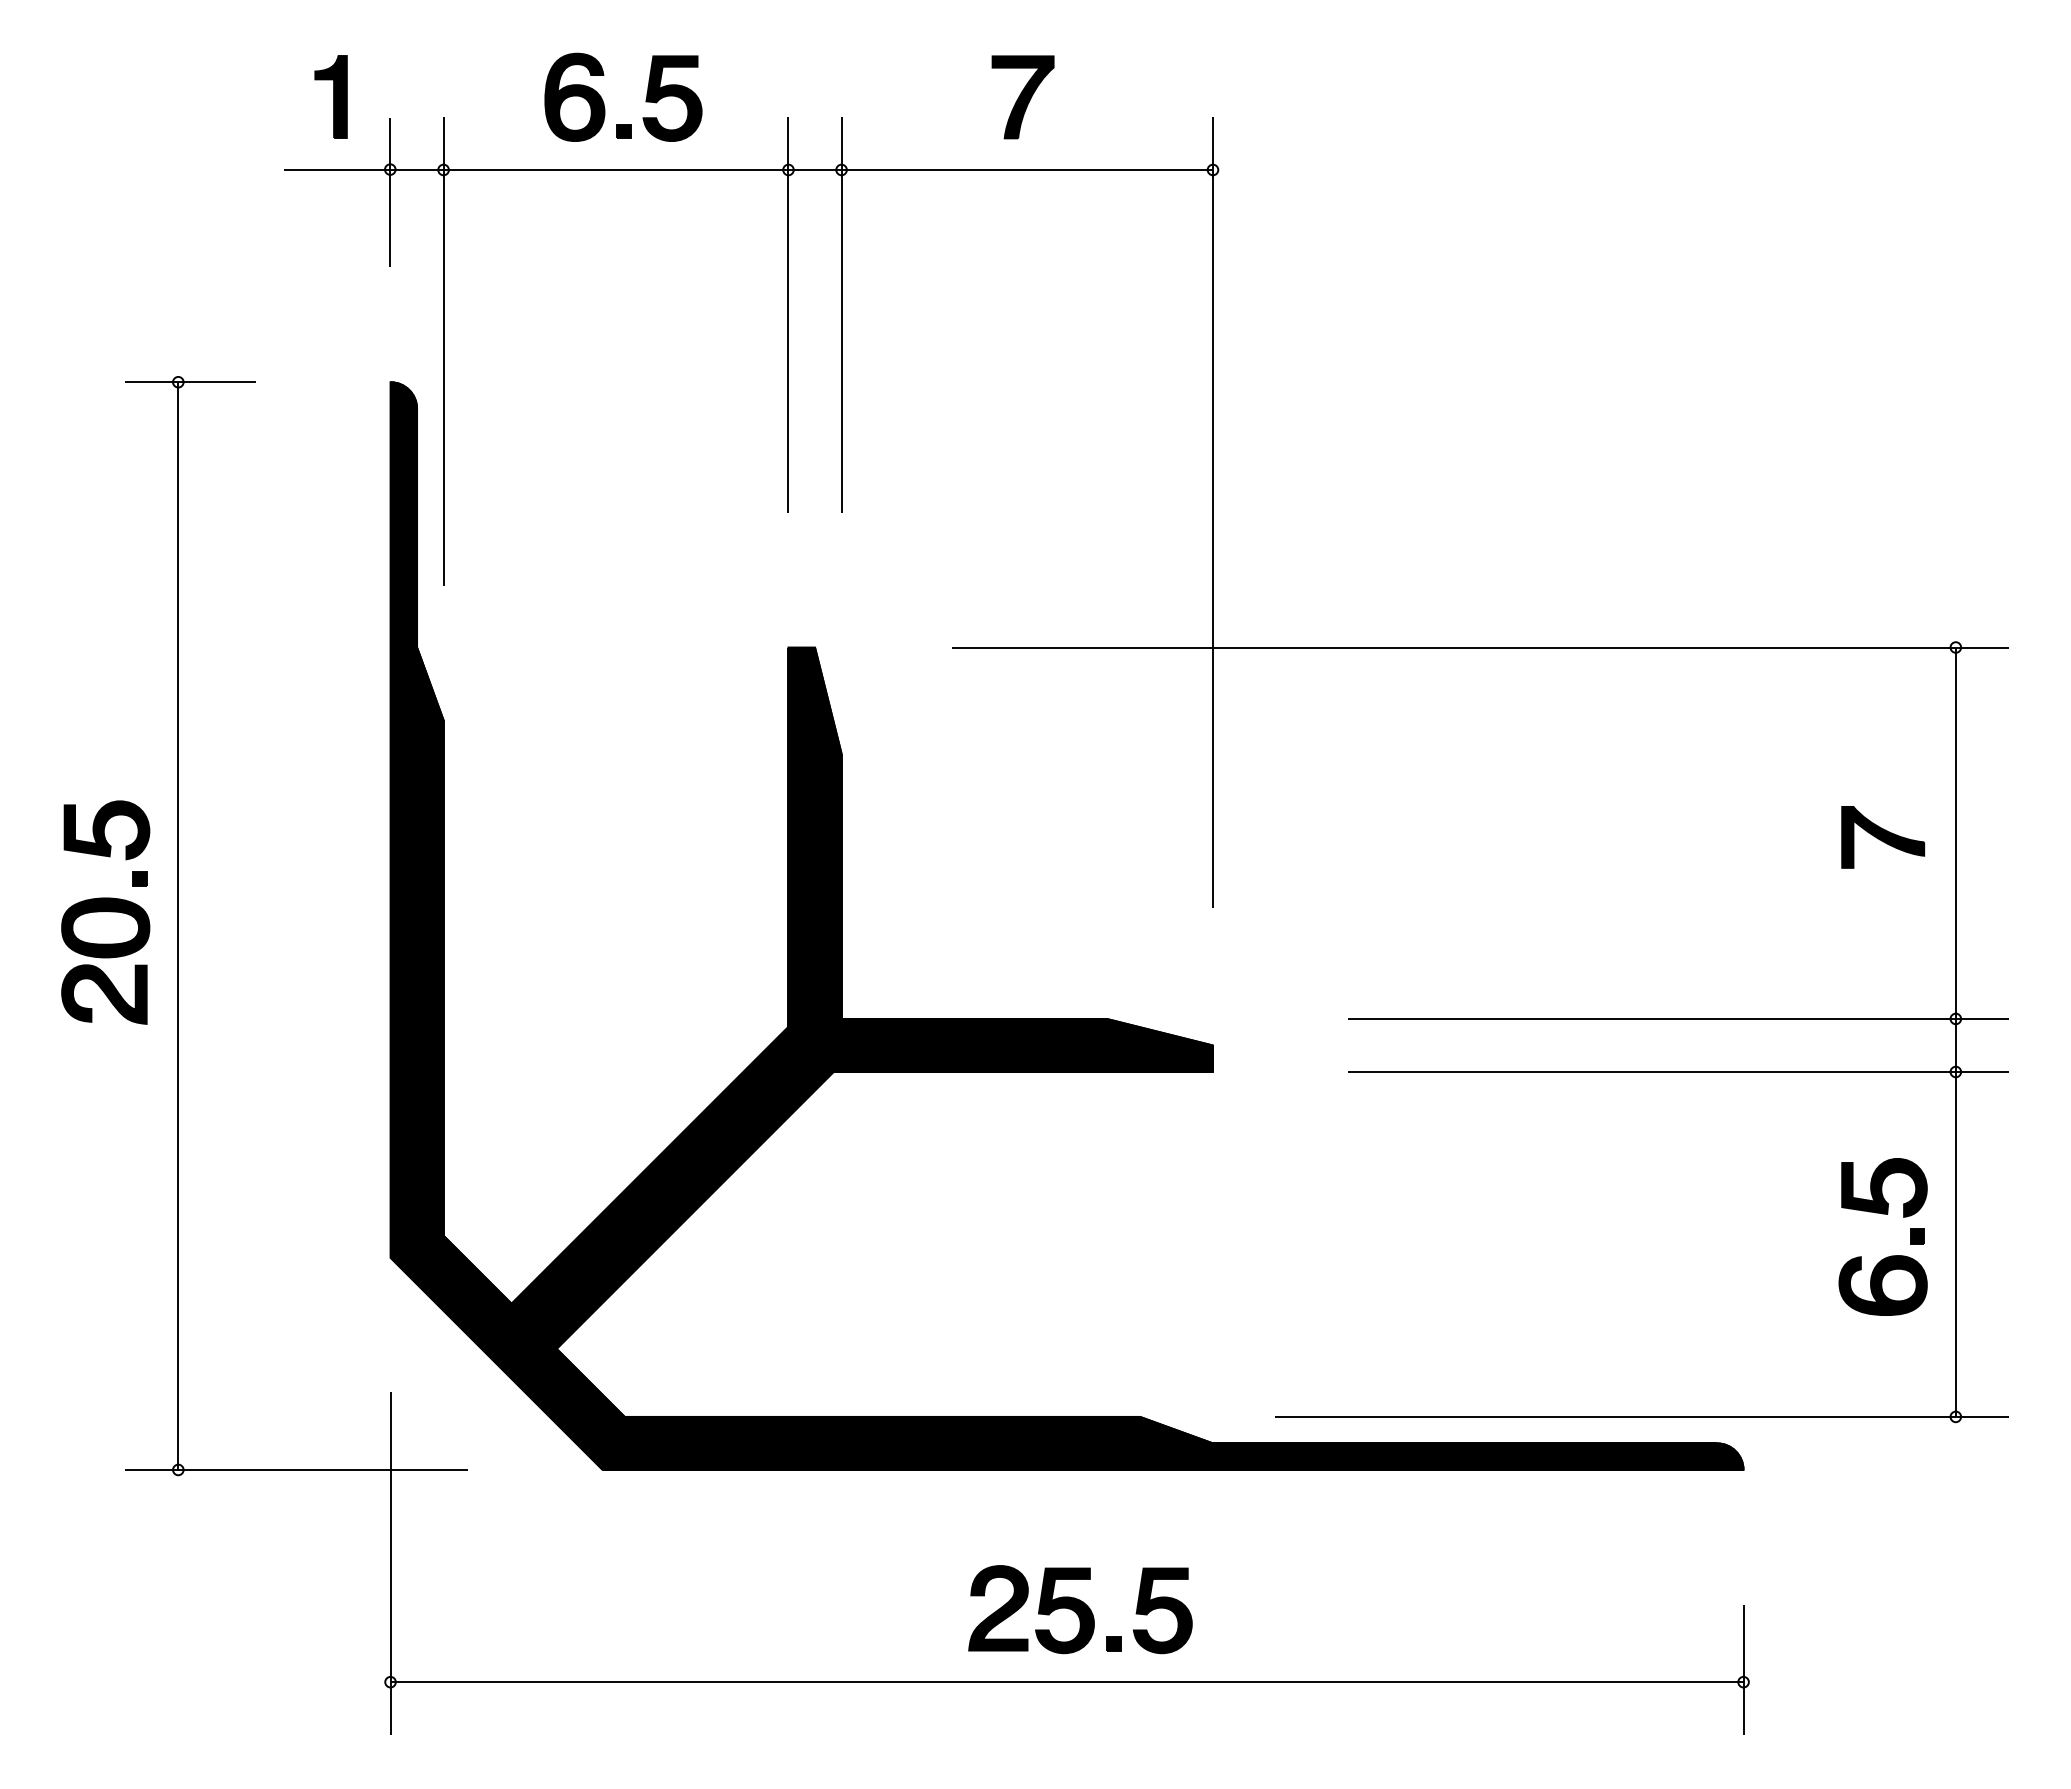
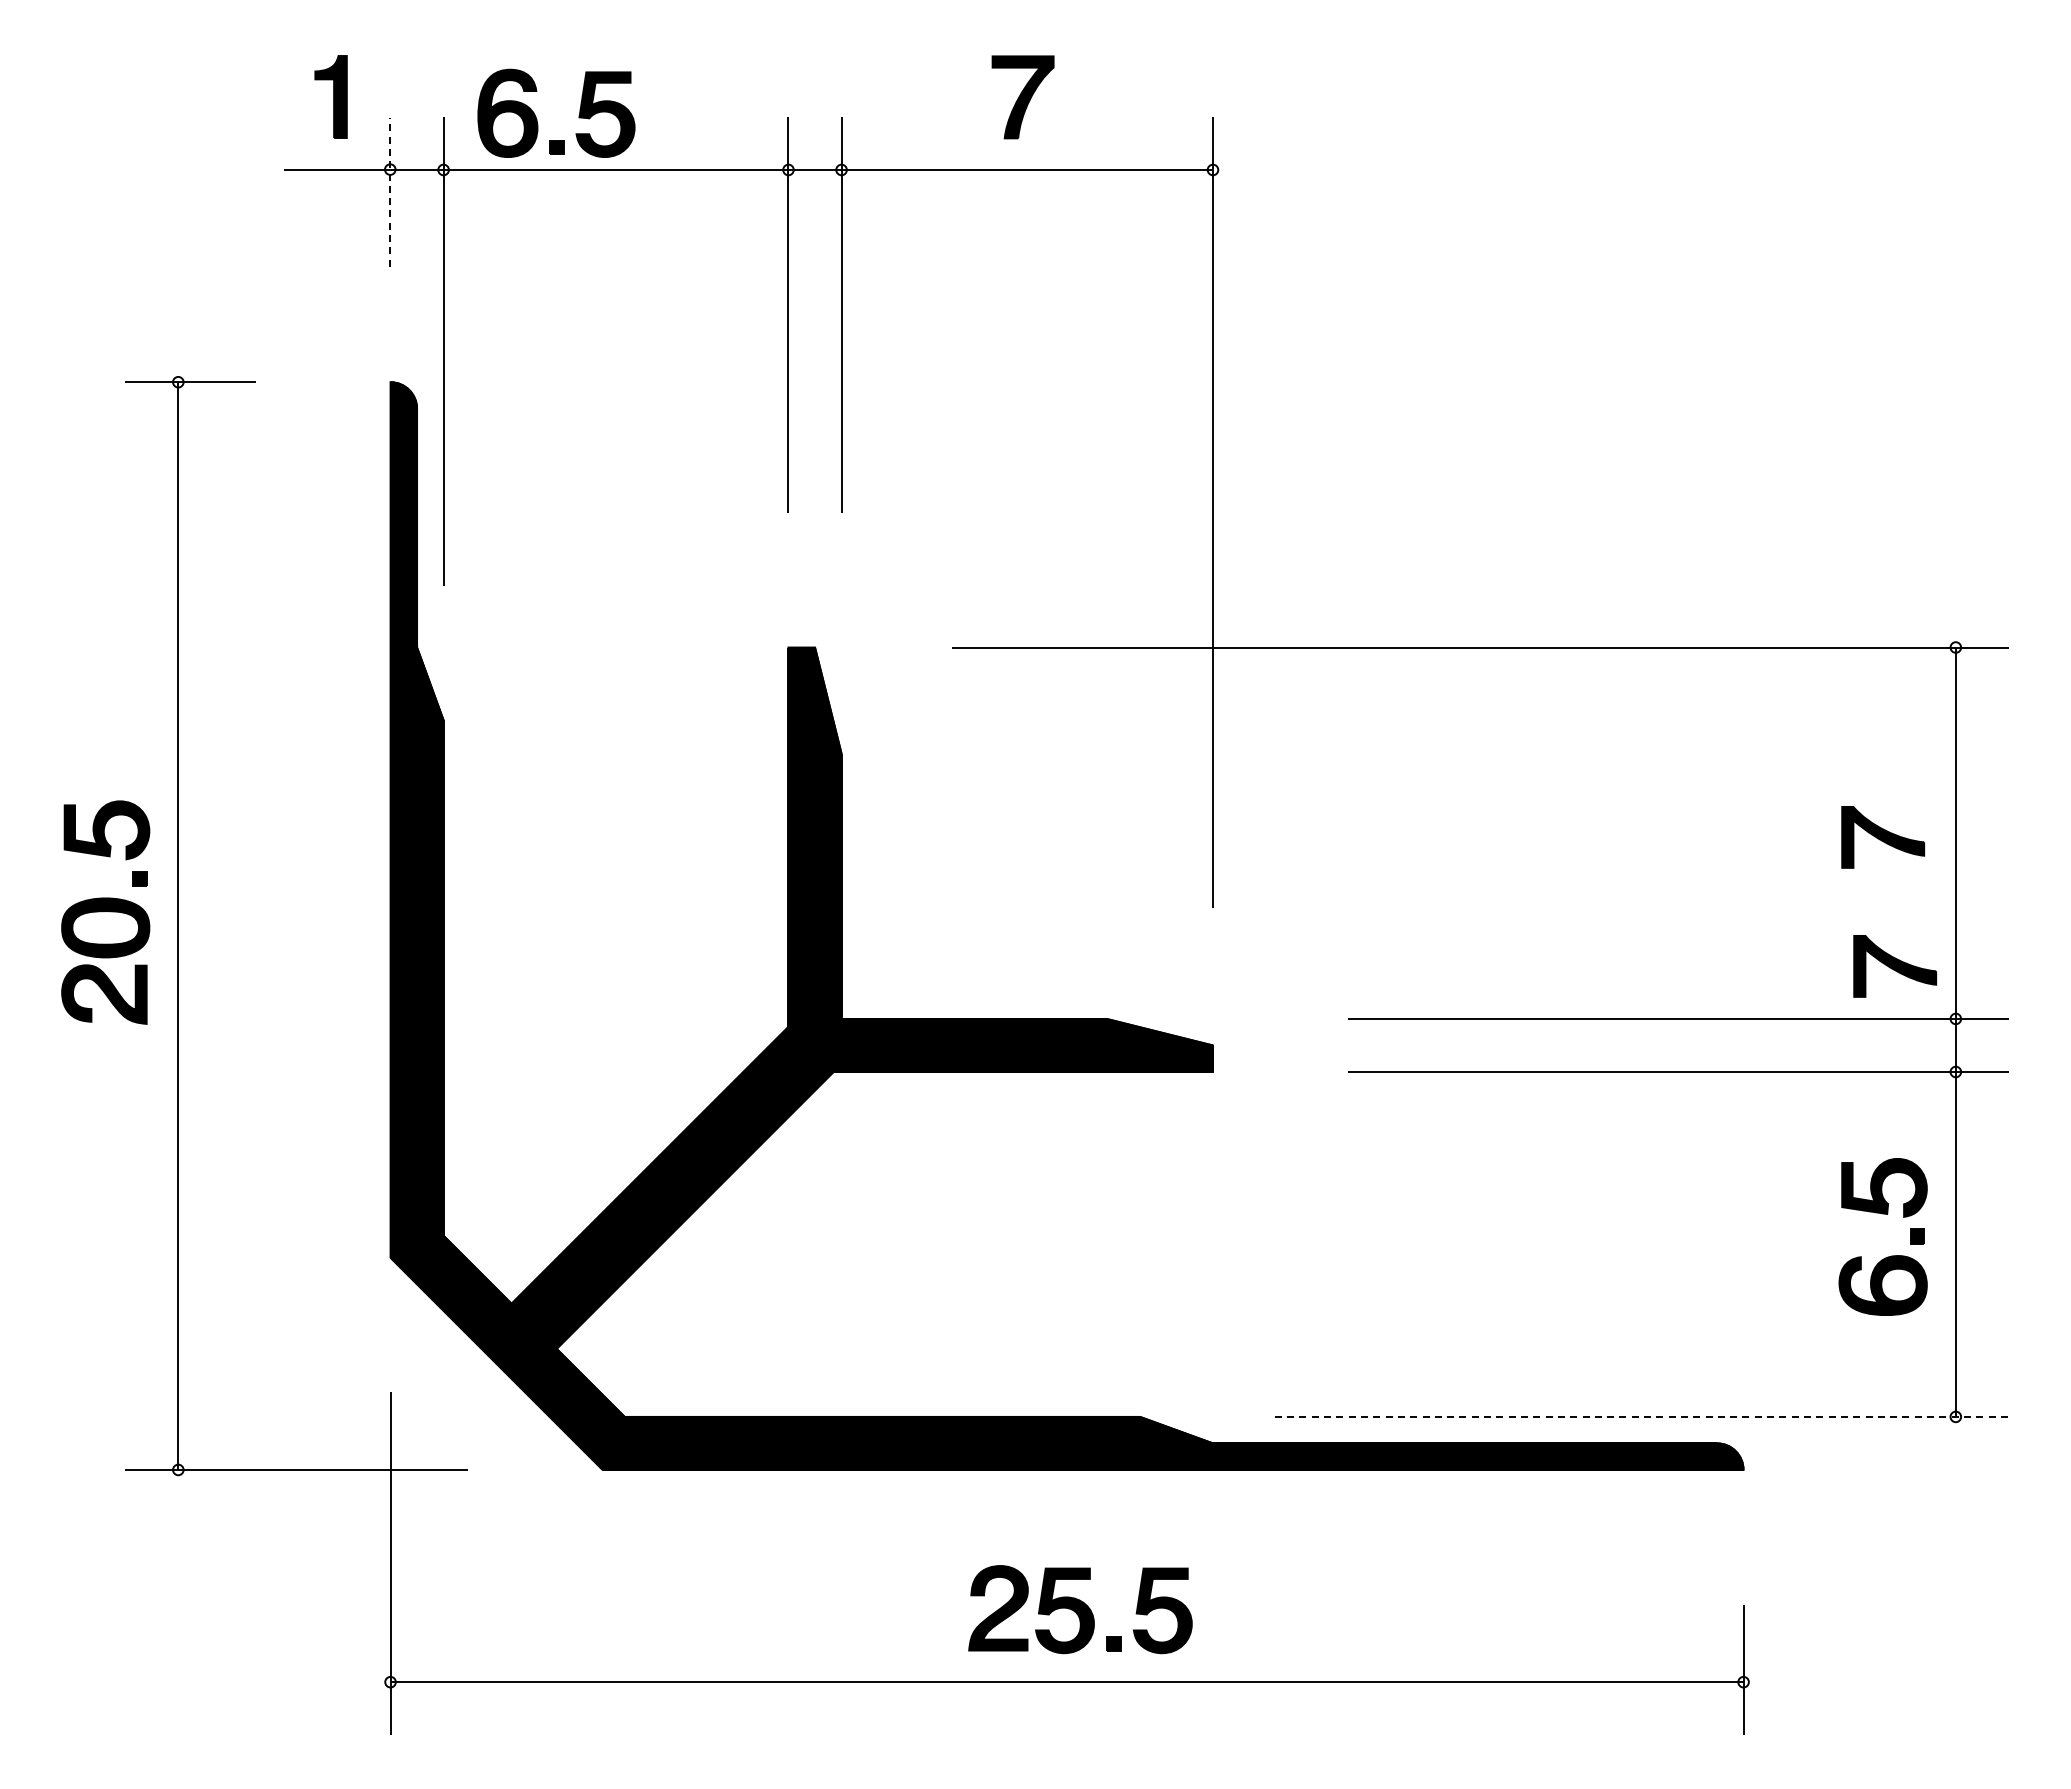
part at (604, 103) position: (604, 103) -> (537, 119)
line at (390, 192): solid -> dashed
part at (1895, 966): none -> present
line at (1642, 1416): solid -> dashed
